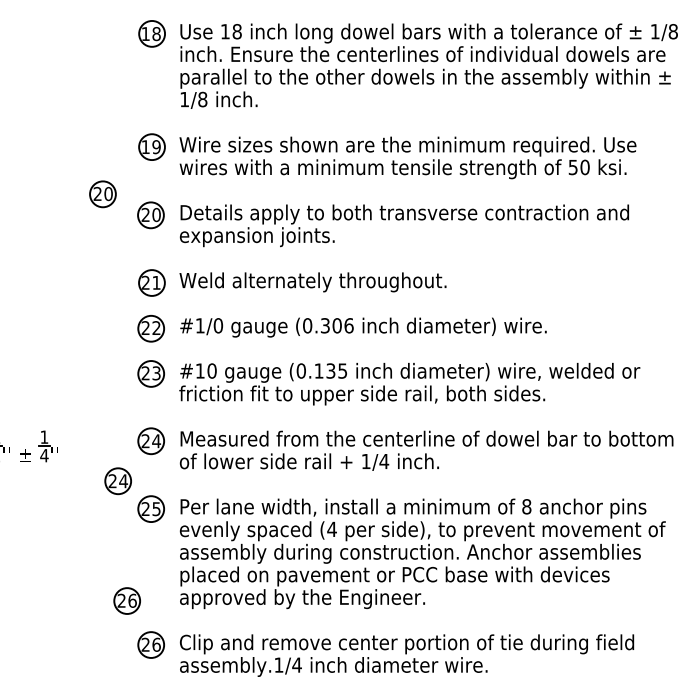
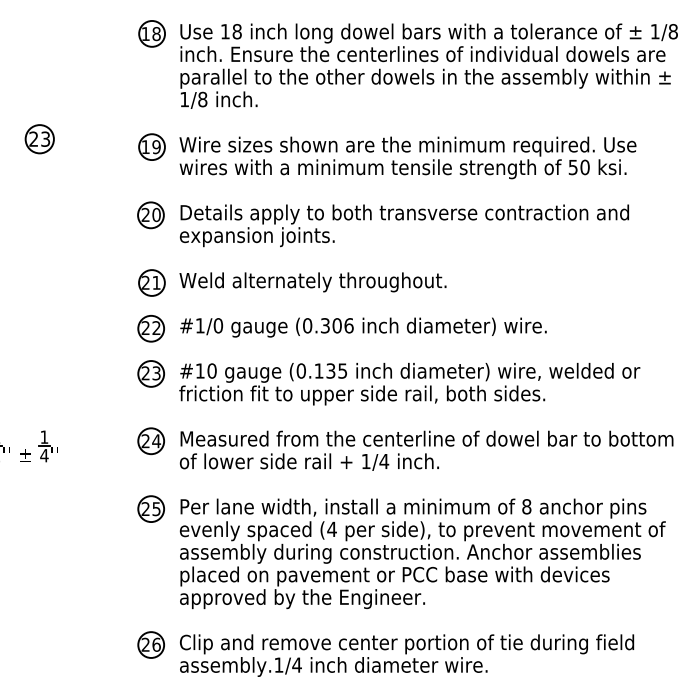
part at (39, 139): none -> present
part at (102, 194): present -> none
part at (117, 481): present -> none
part at (126, 600): present -> none
